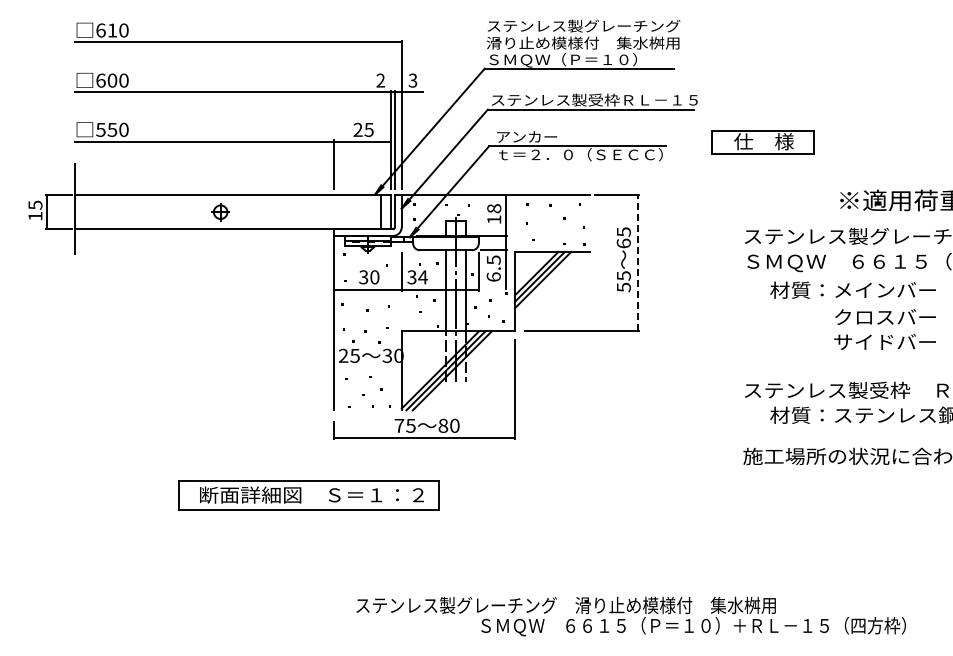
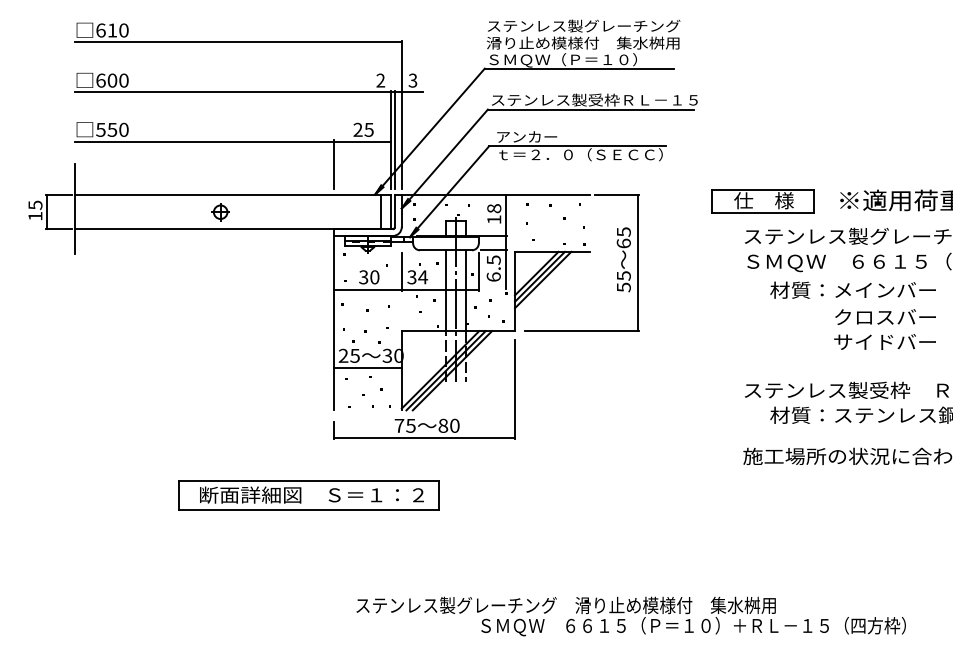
part at (762, 142) position: (762, 142) -> (762, 201)
line at (638, 263): dashed -> solid
line at (367, 367): none -> present
